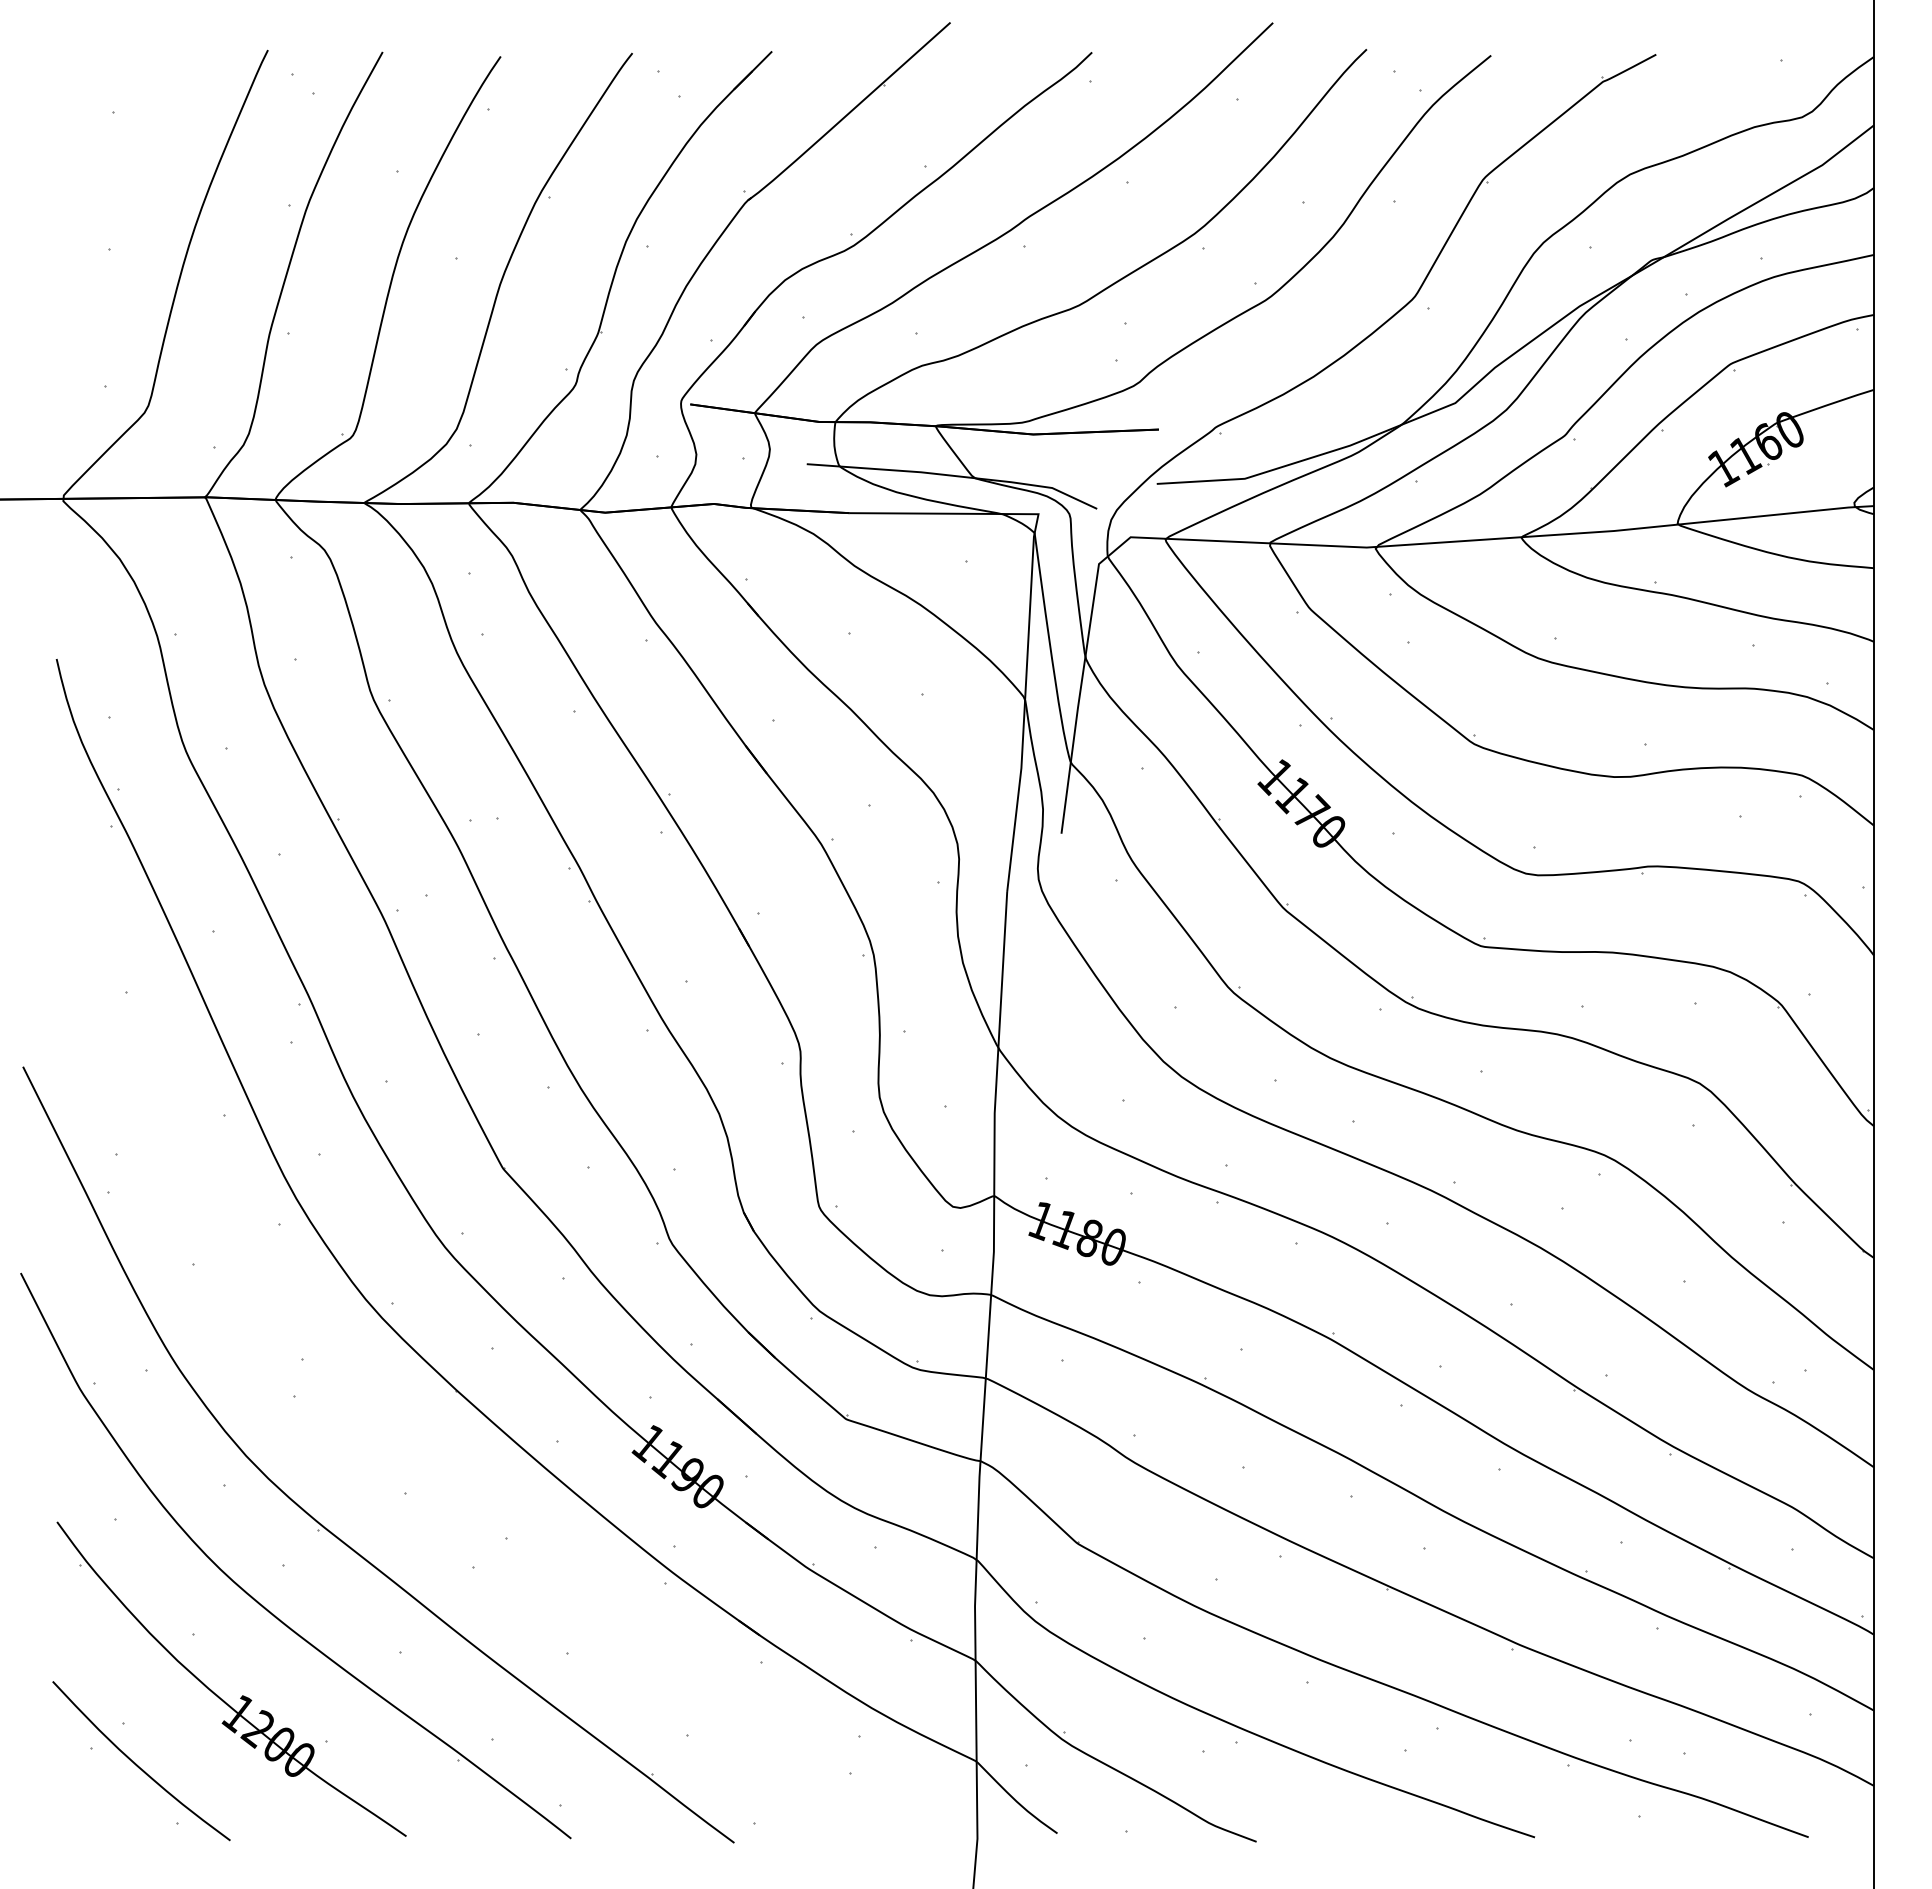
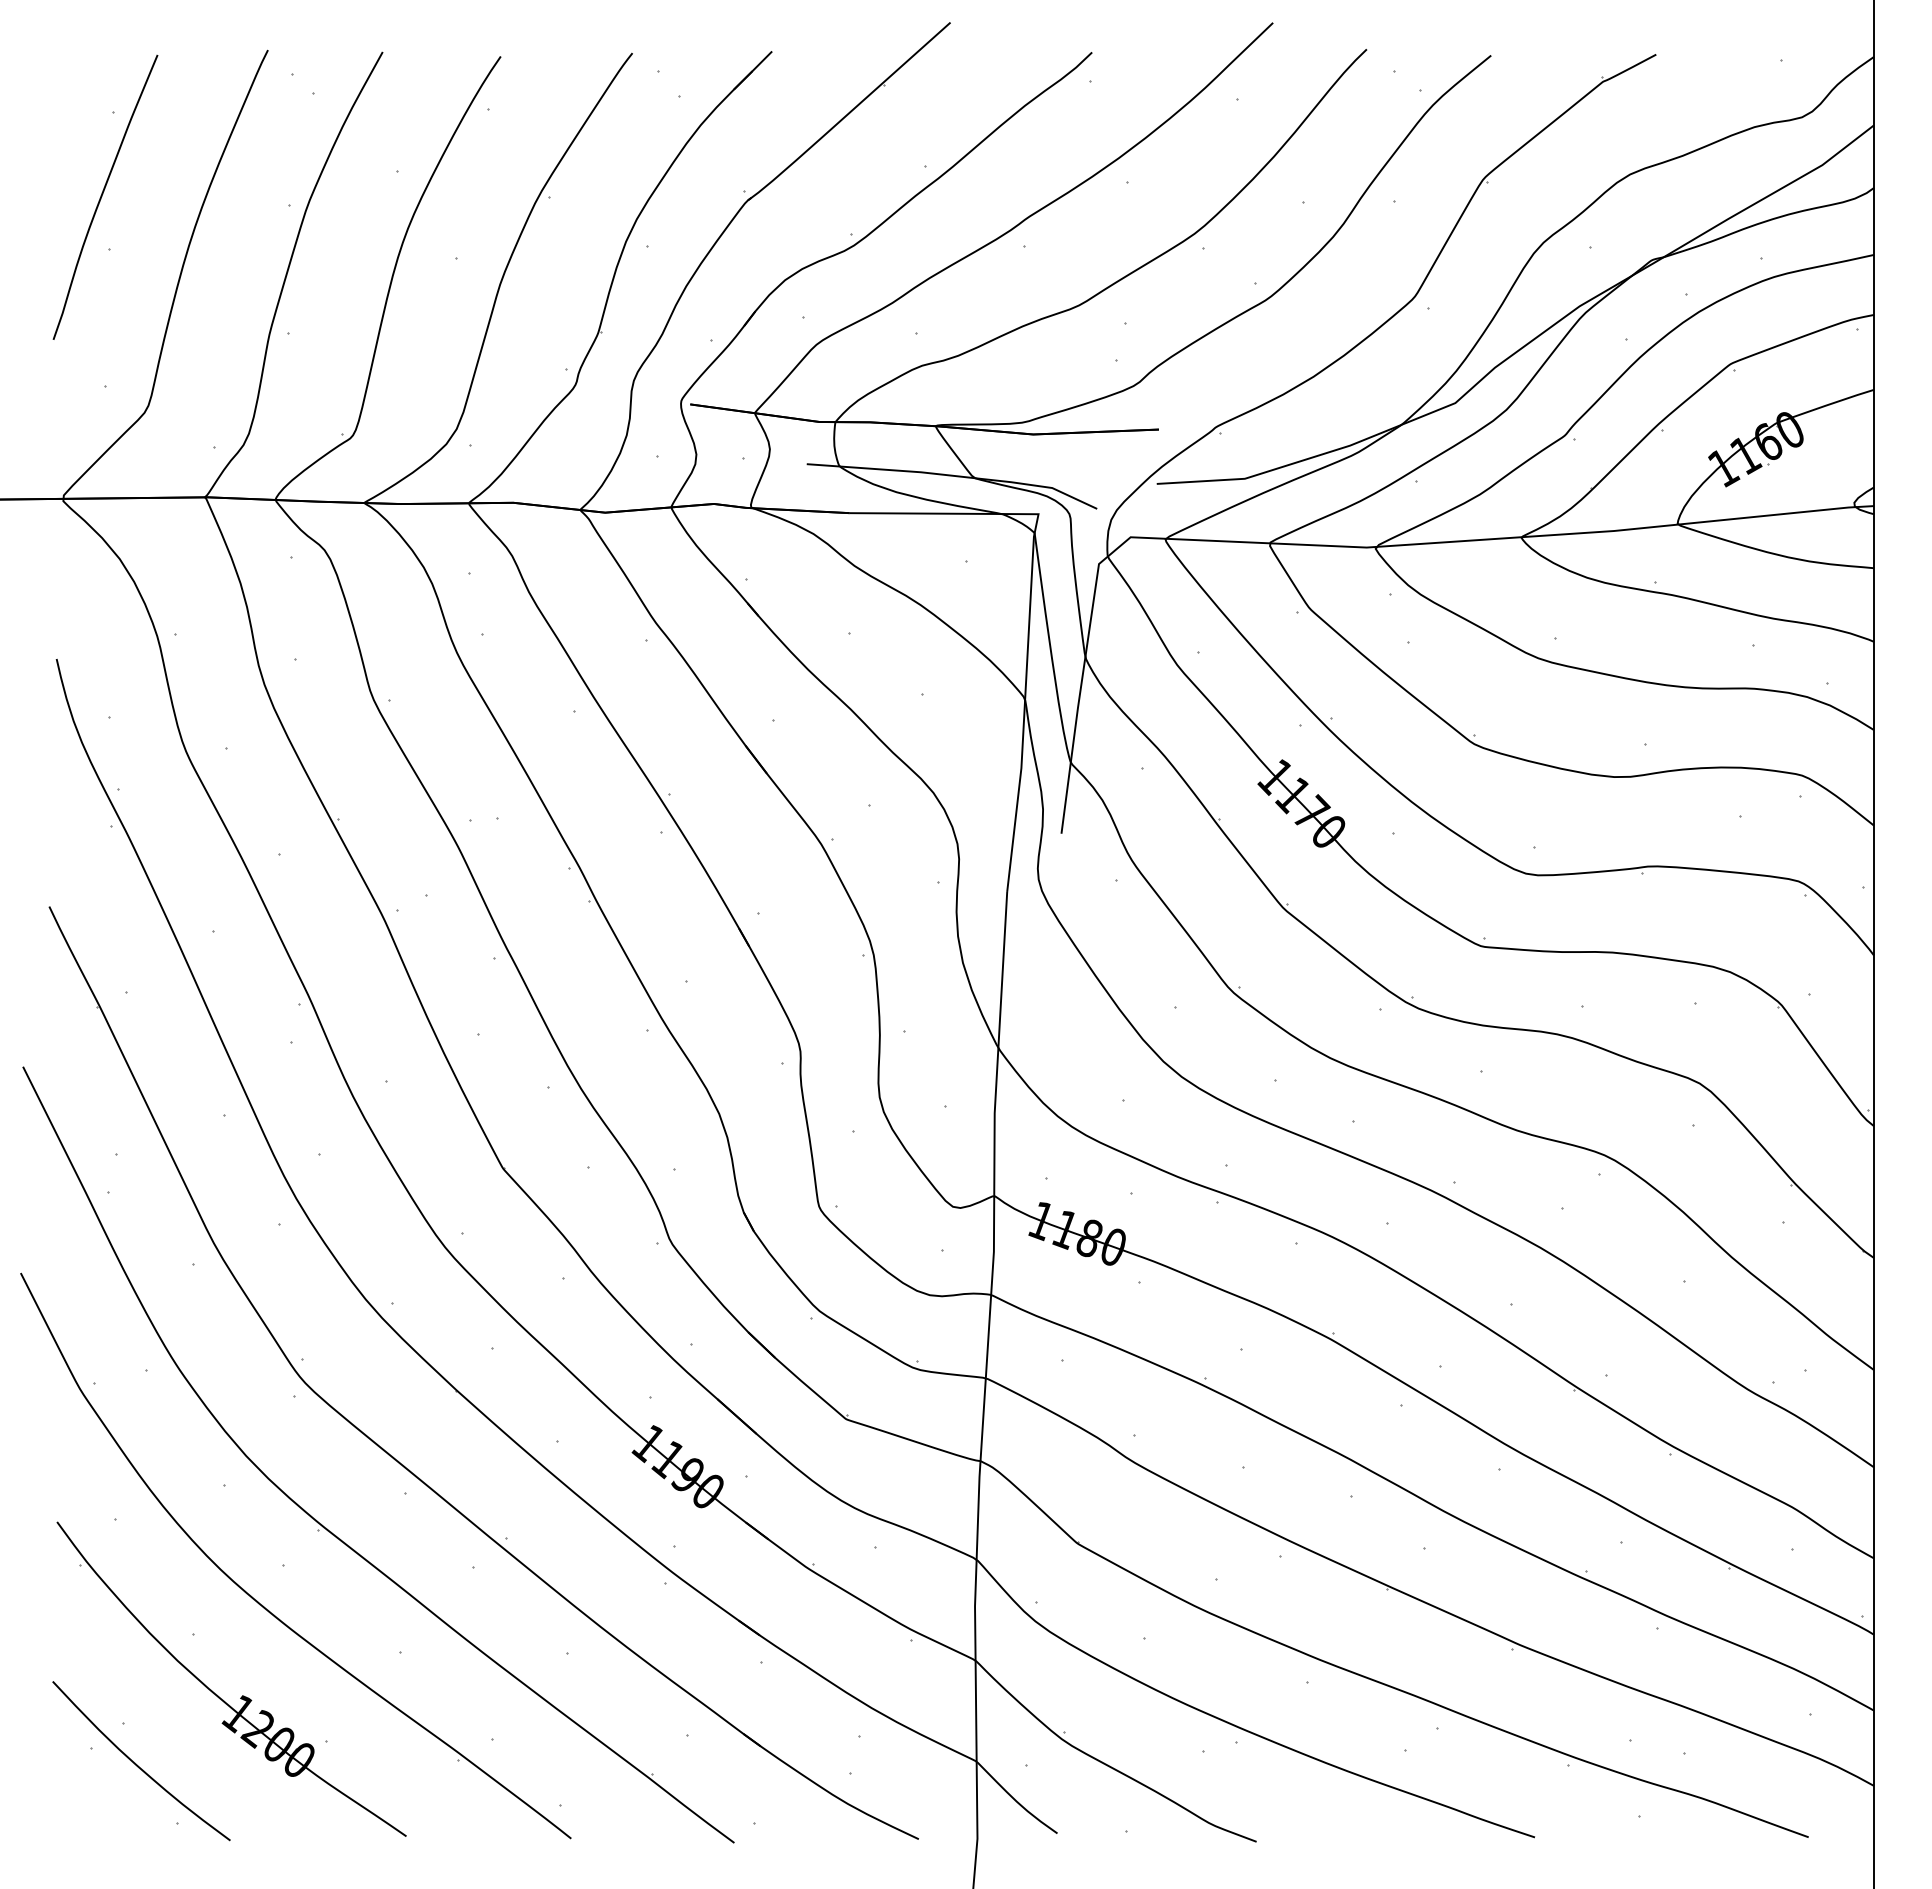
curve at (102, 196): none -> present
part at (403, 1464): none -> present
